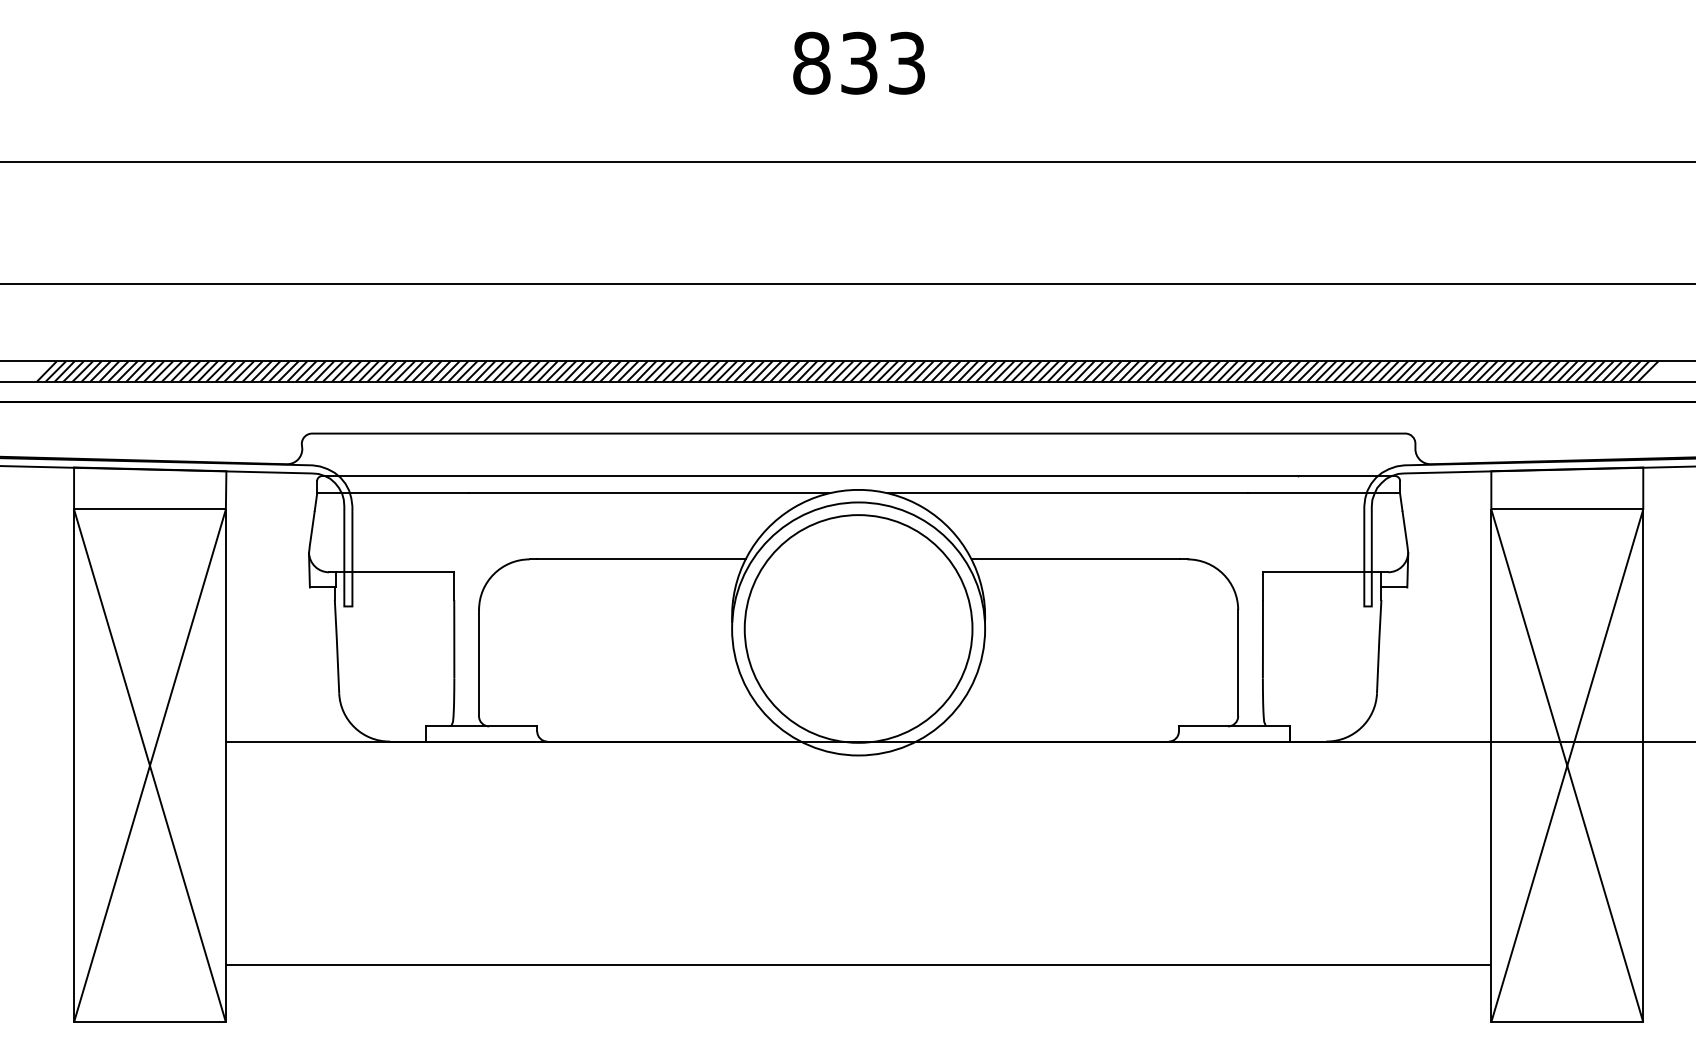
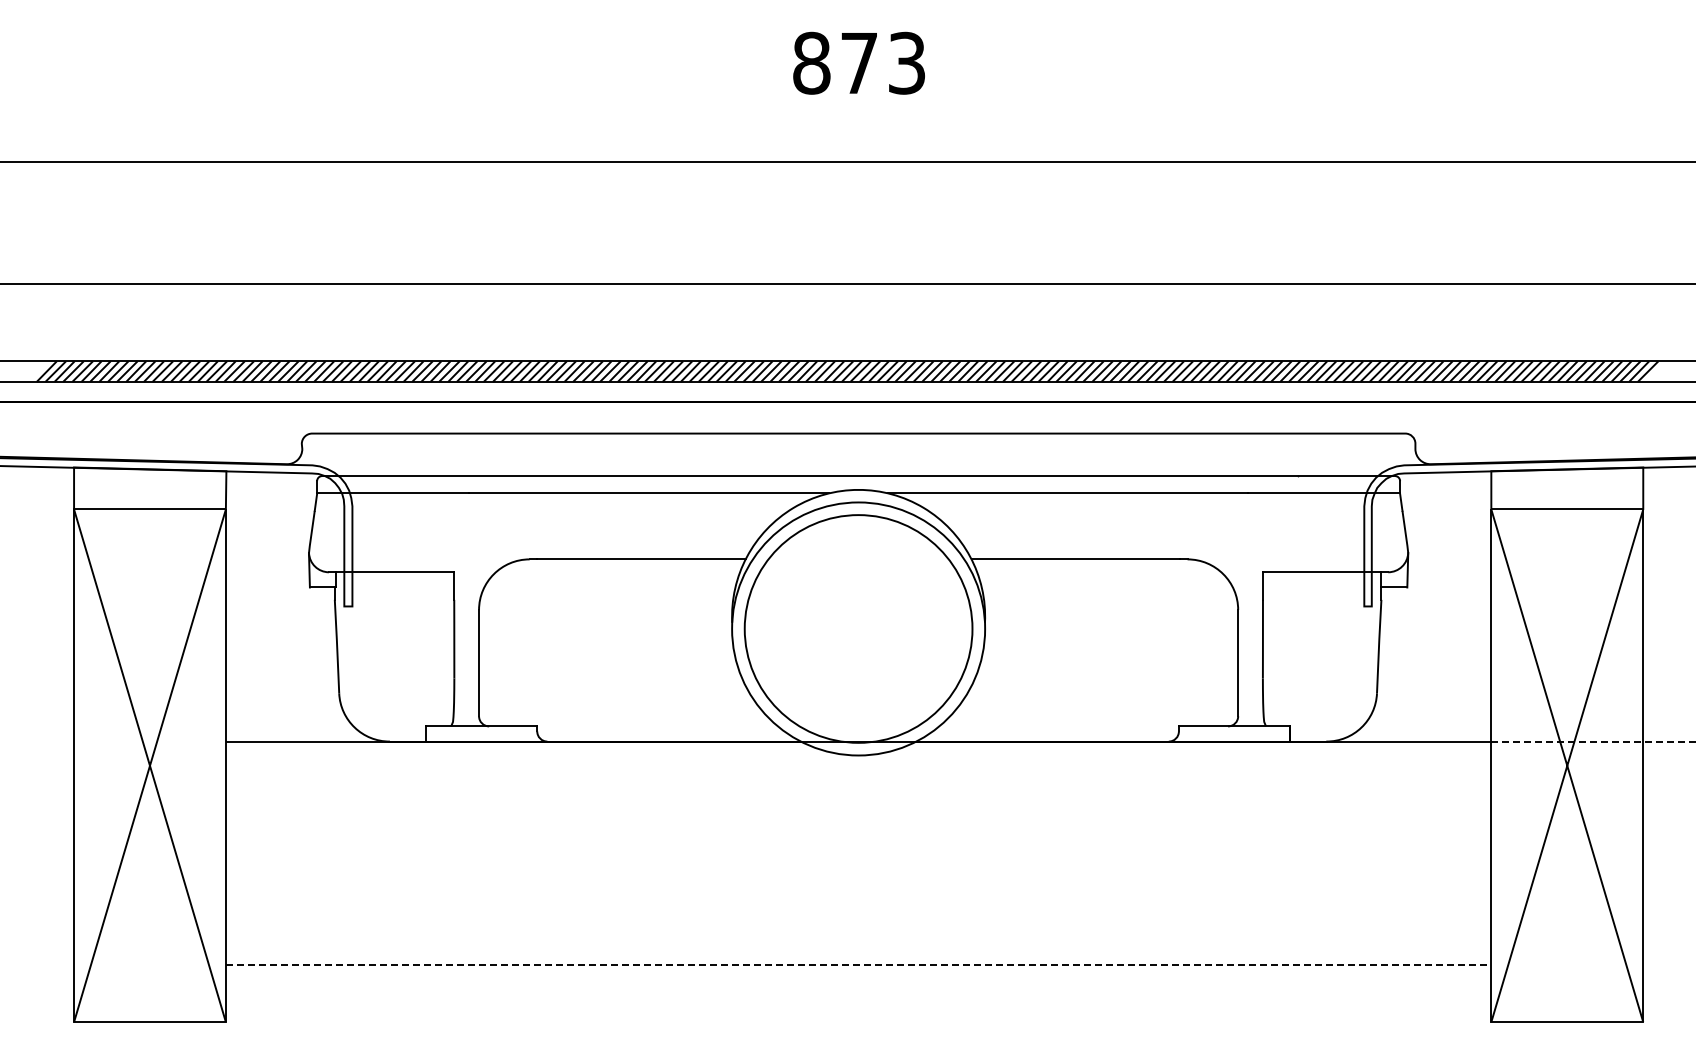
text at (859, 62): 833 -> 873
line at (1593, 741): solid -> dashed
line at (858, 965): solid -> dashed
